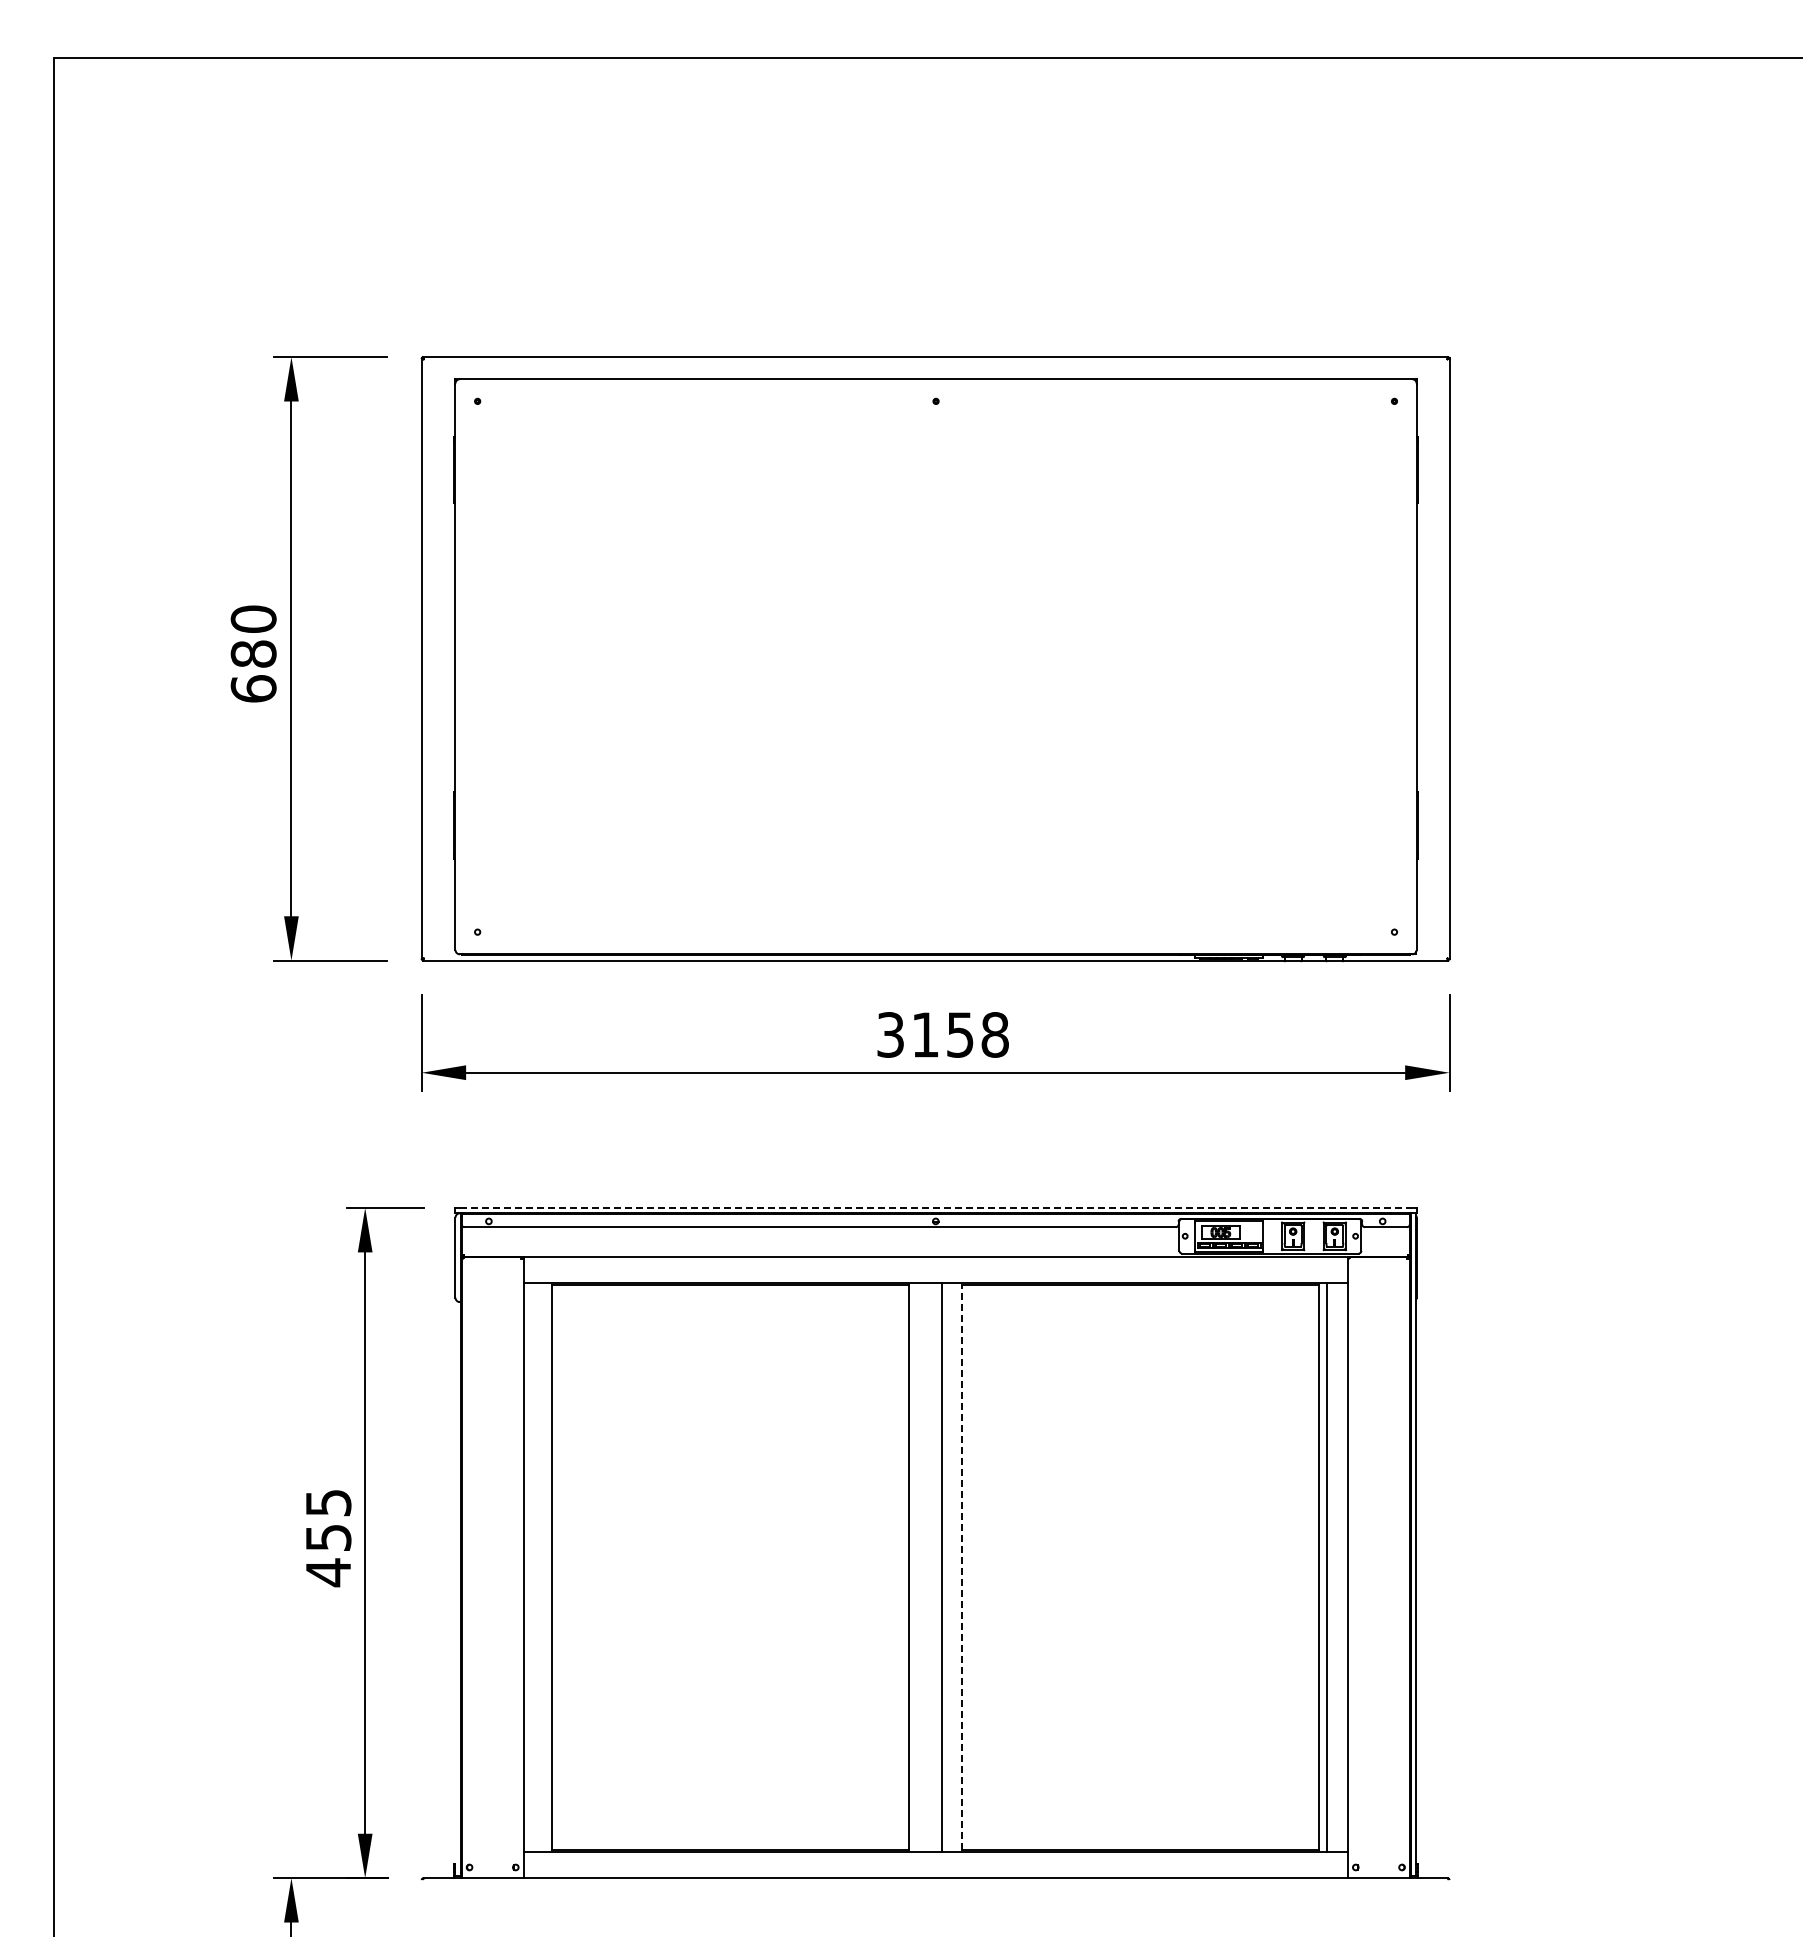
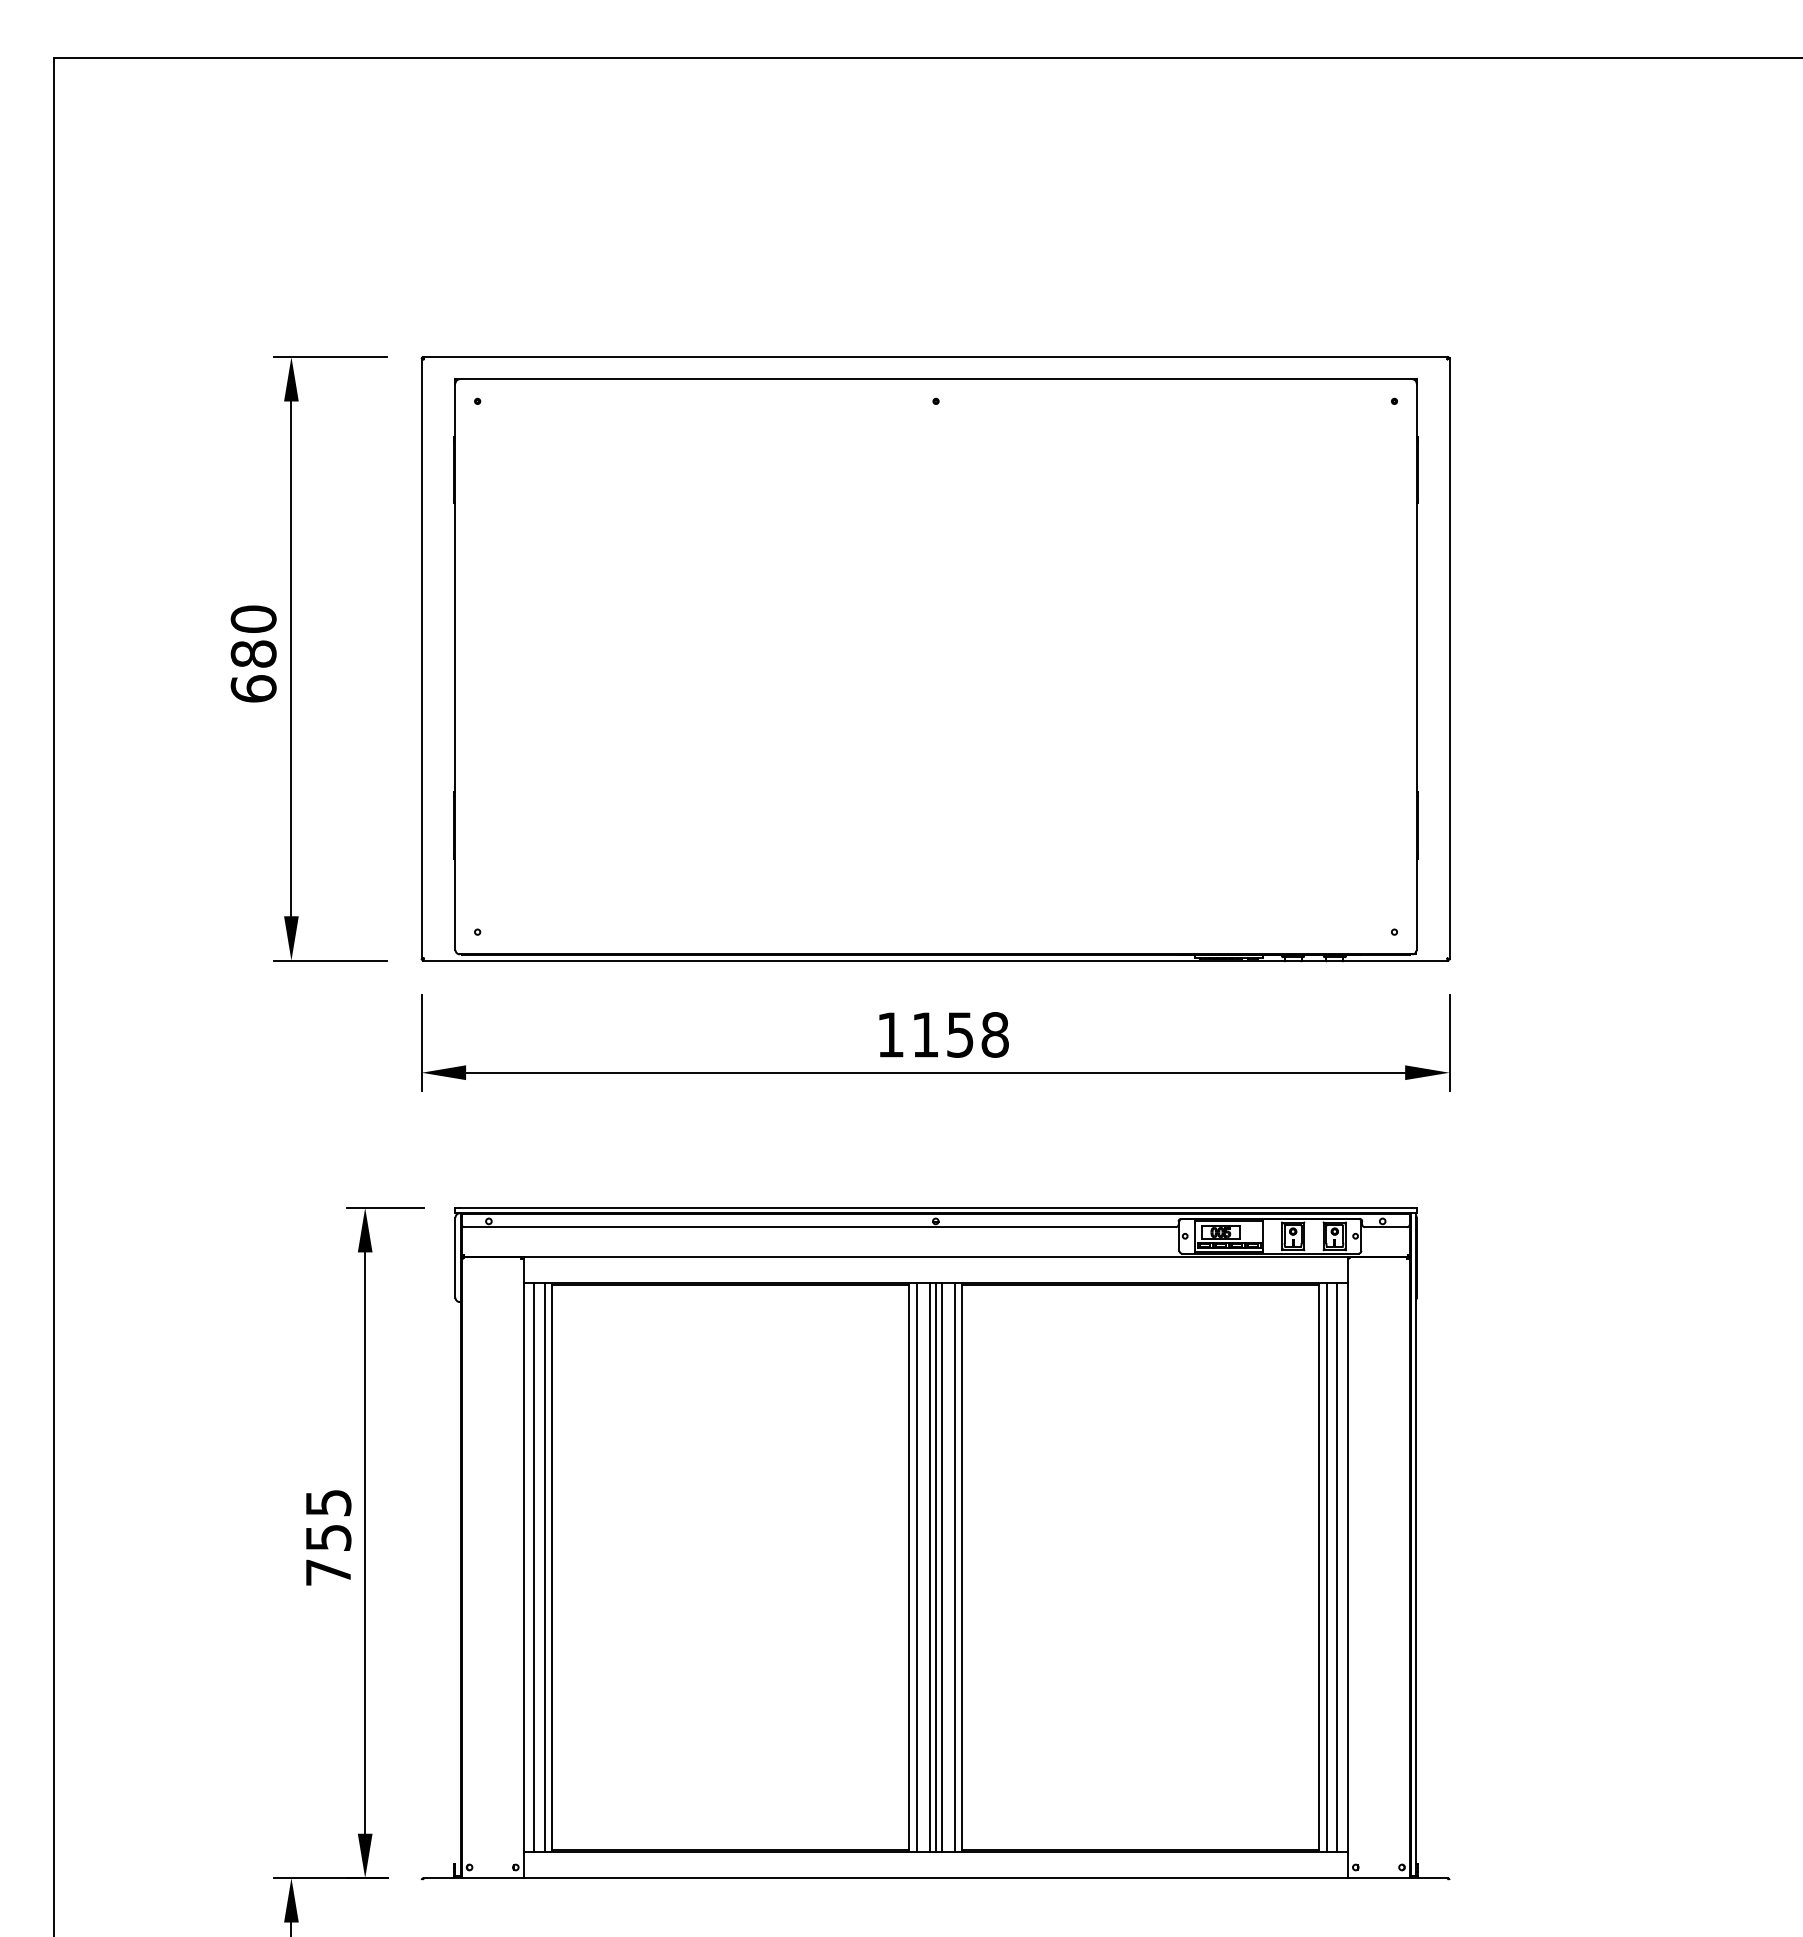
text at (890, 1034): 3158 -> 1158
line at (936, 1208): dashed -> solid
line at (962, 1566): dashed -> solid
line at (534, 1567): none -> present
line at (544, 1567): none -> present
line at (916, 1567): none -> present
line at (930, 1567): none -> present
line at (935, 1567): none -> present
line at (954, 1567): none -> present
line at (1337, 1567): none -> present
text at (328, 1572): 455 -> 755
